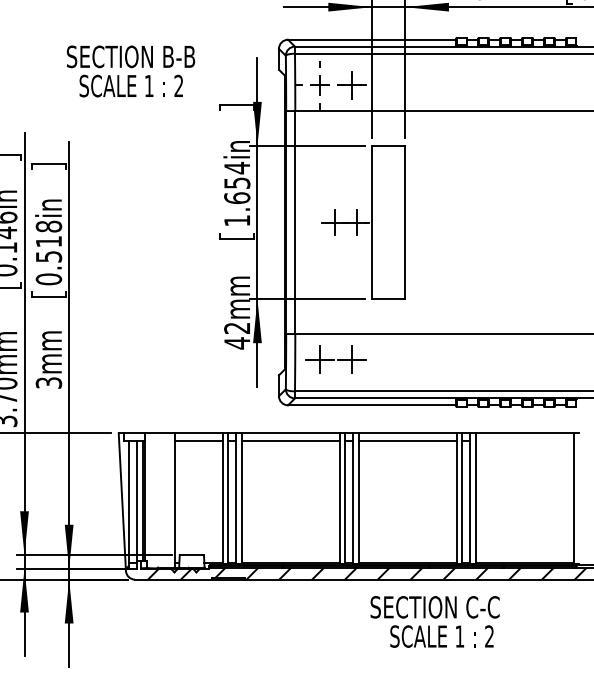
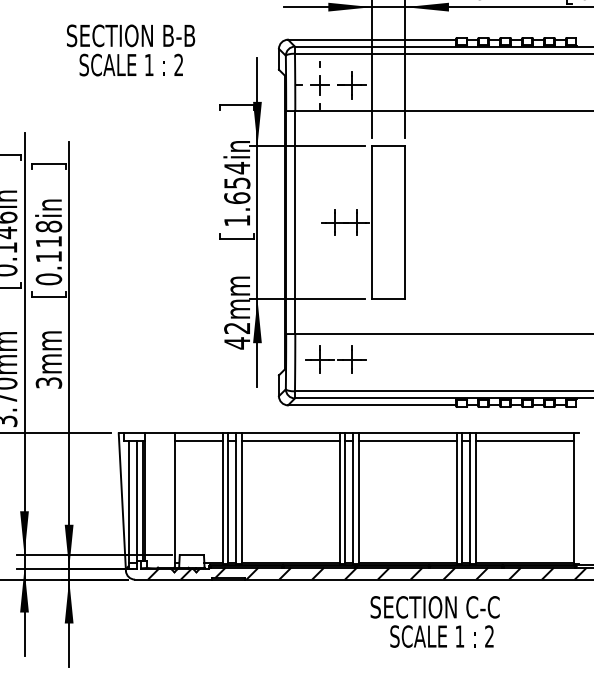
text at (131, 71) position: (131, 71) -> (131, 50)
text at (49, 256): 0.518in -> 0.118in
line at (524, 440): none -> present
